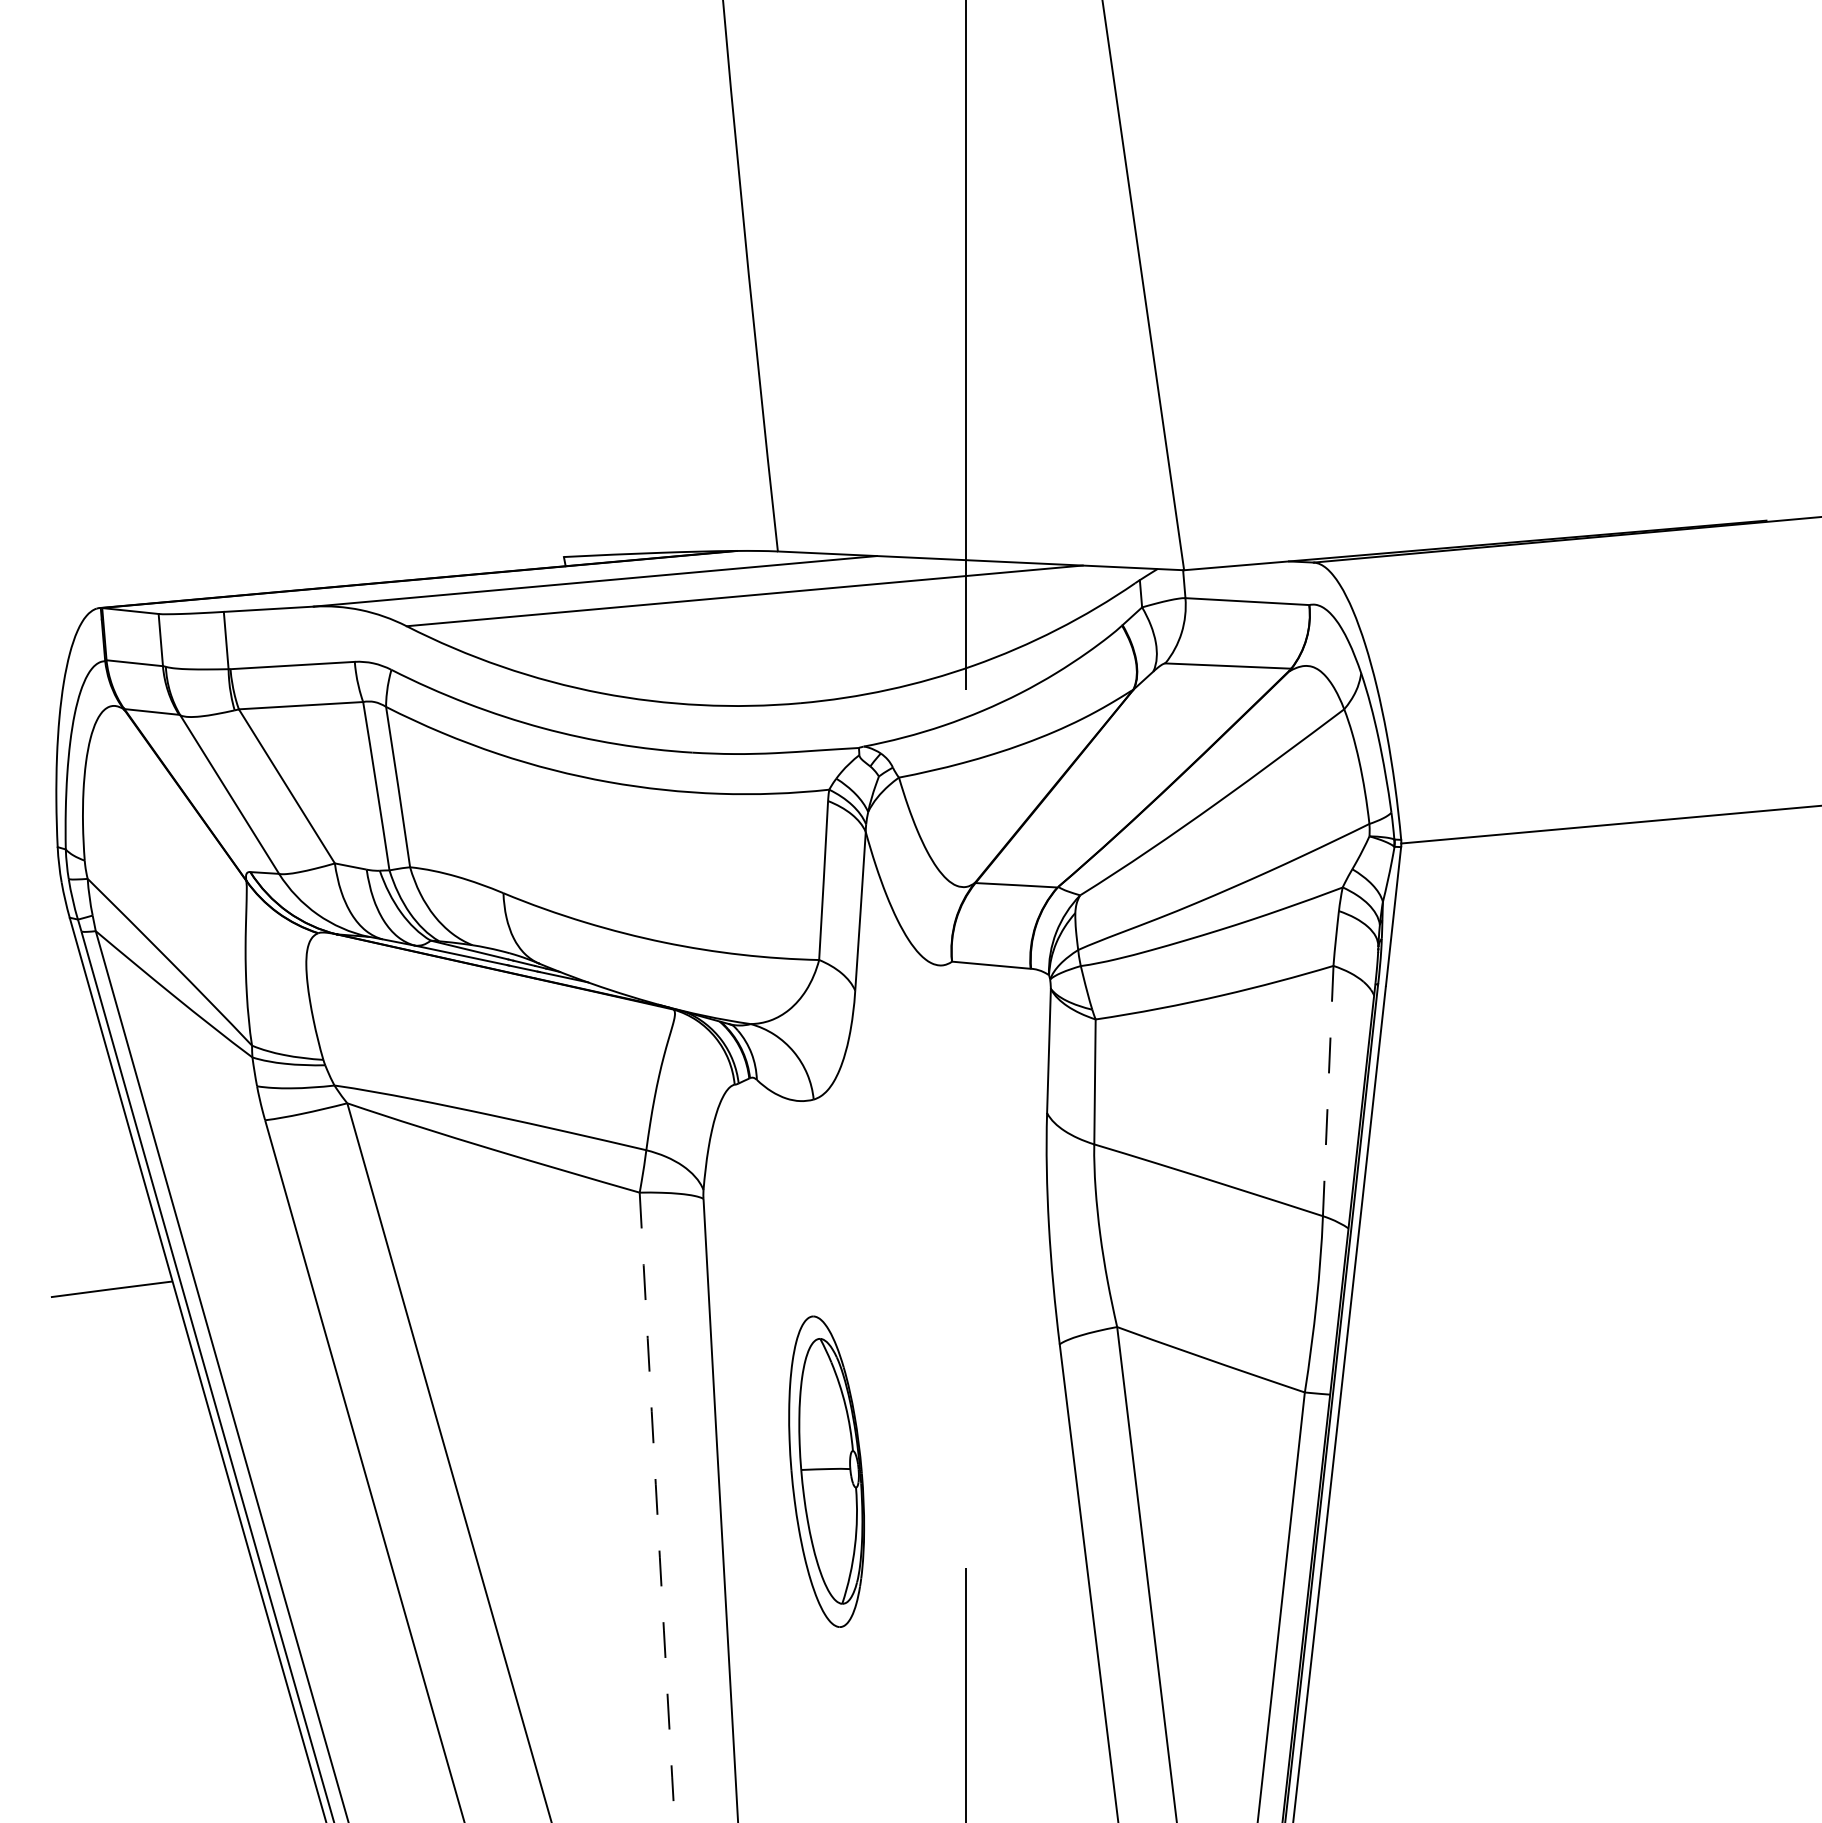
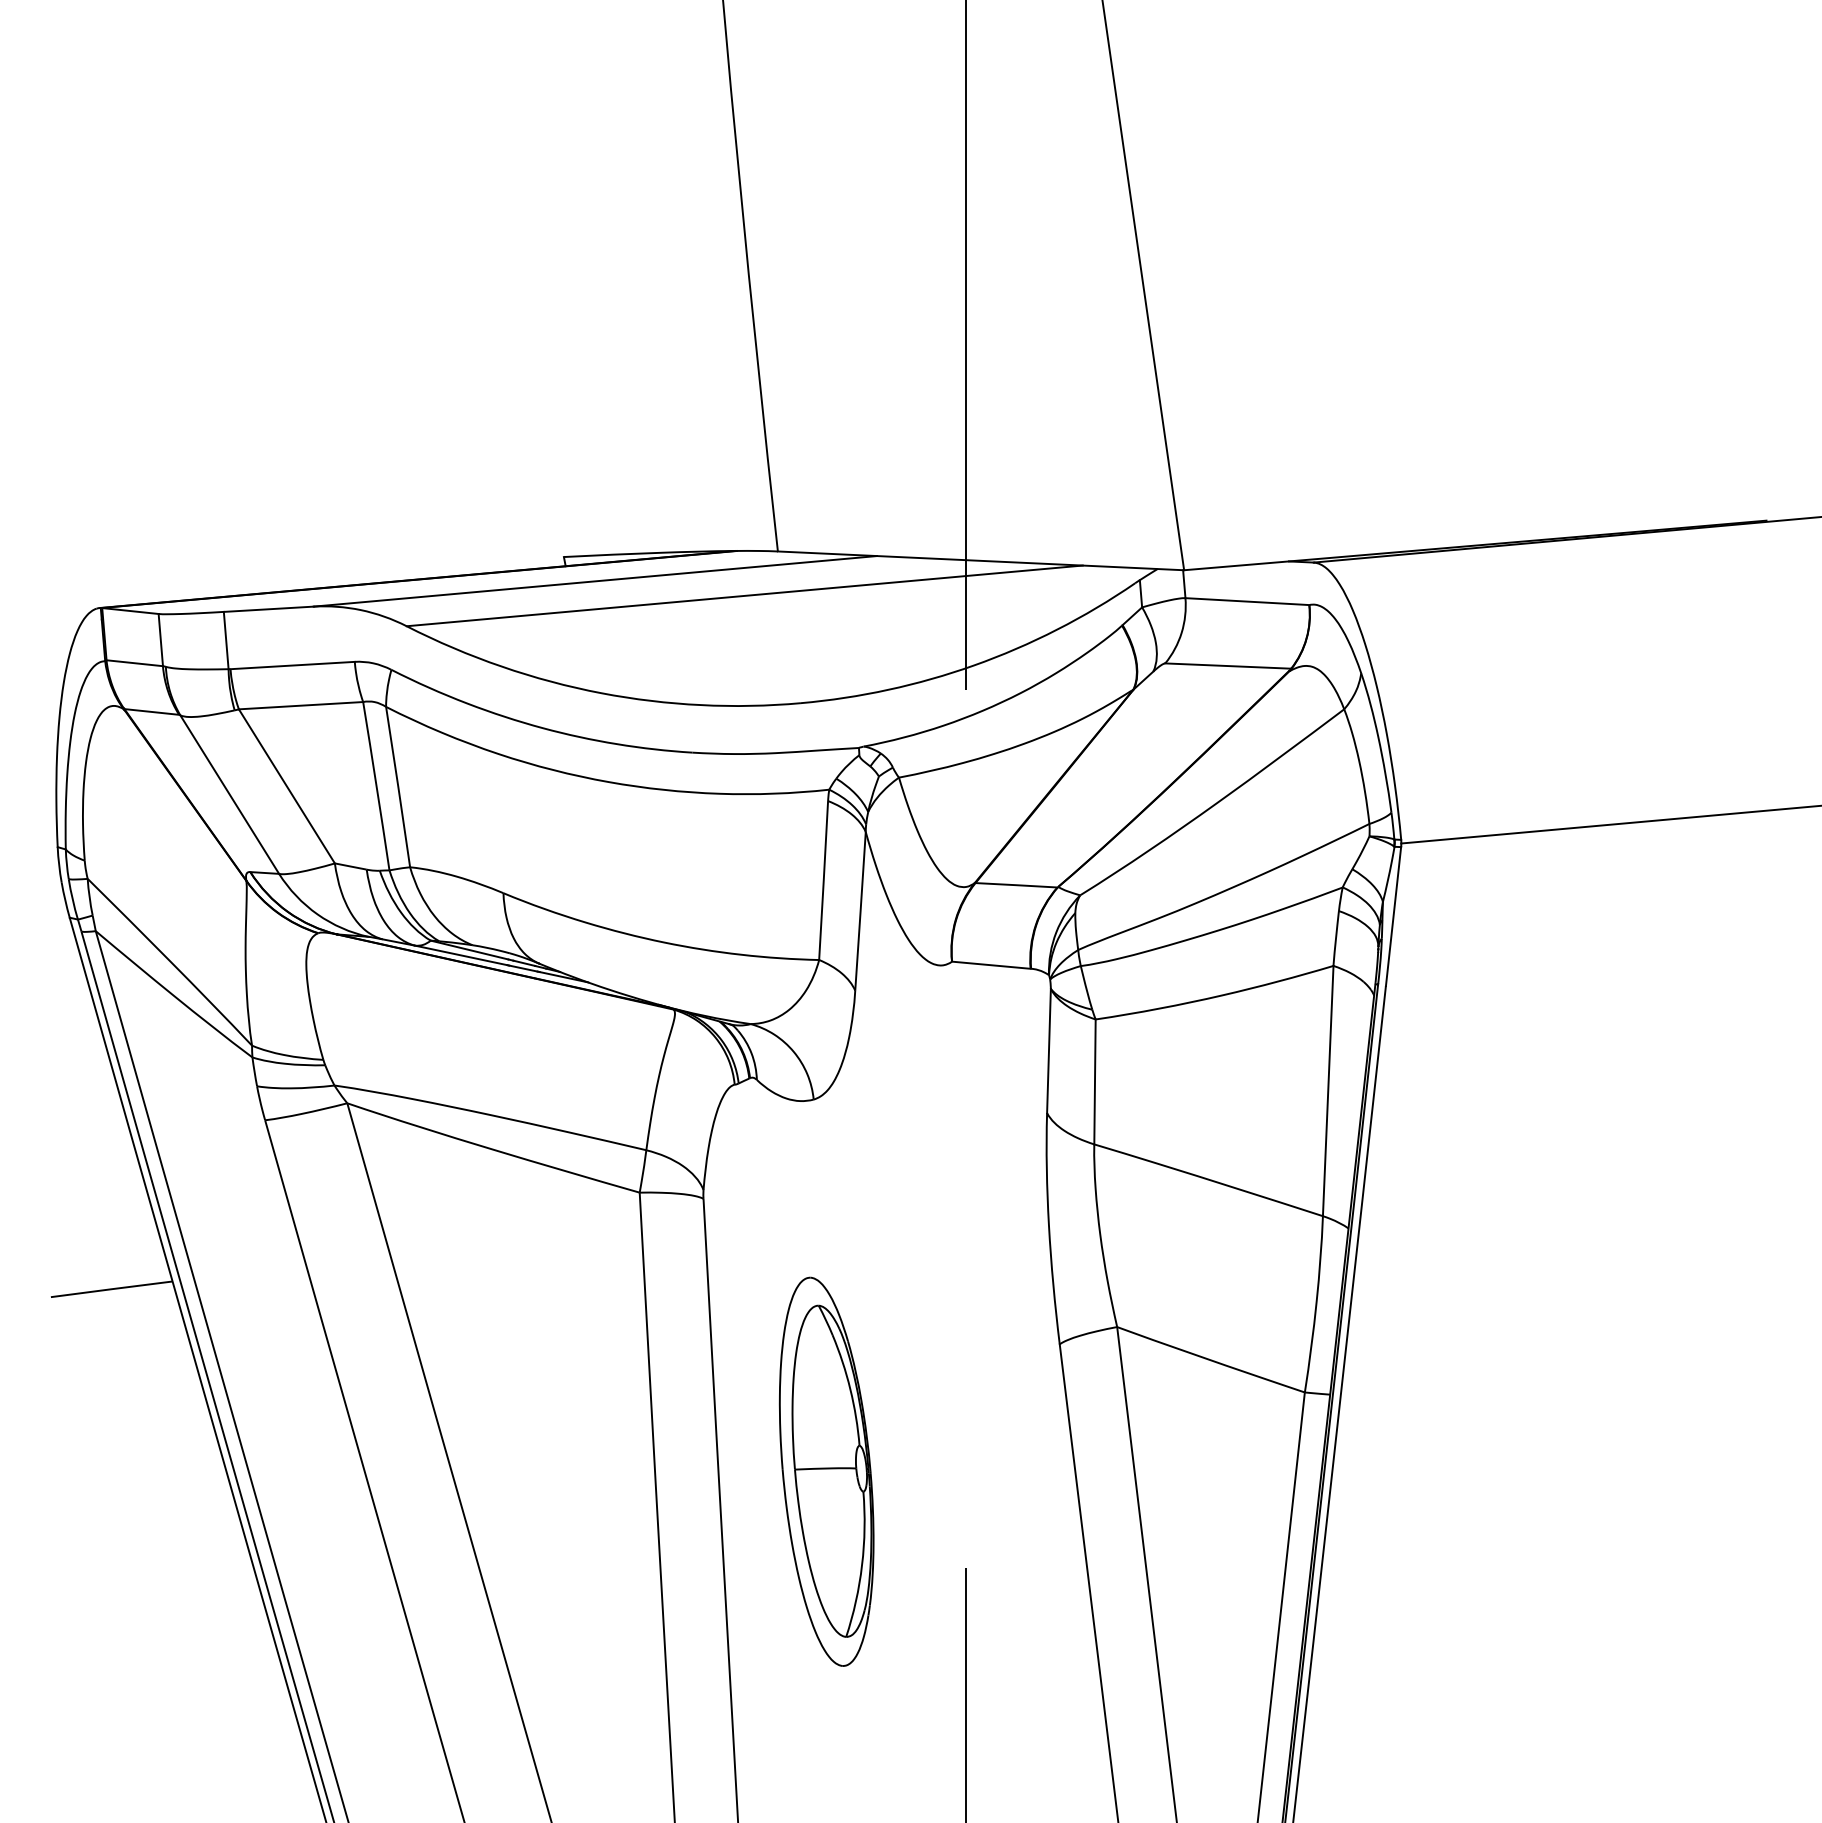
line at (1328, 1091): dashed -> solid
part at (826, 1471) size: 77x313 px -> 97x391 px
arc at (657, 1507): dashed -> solid
